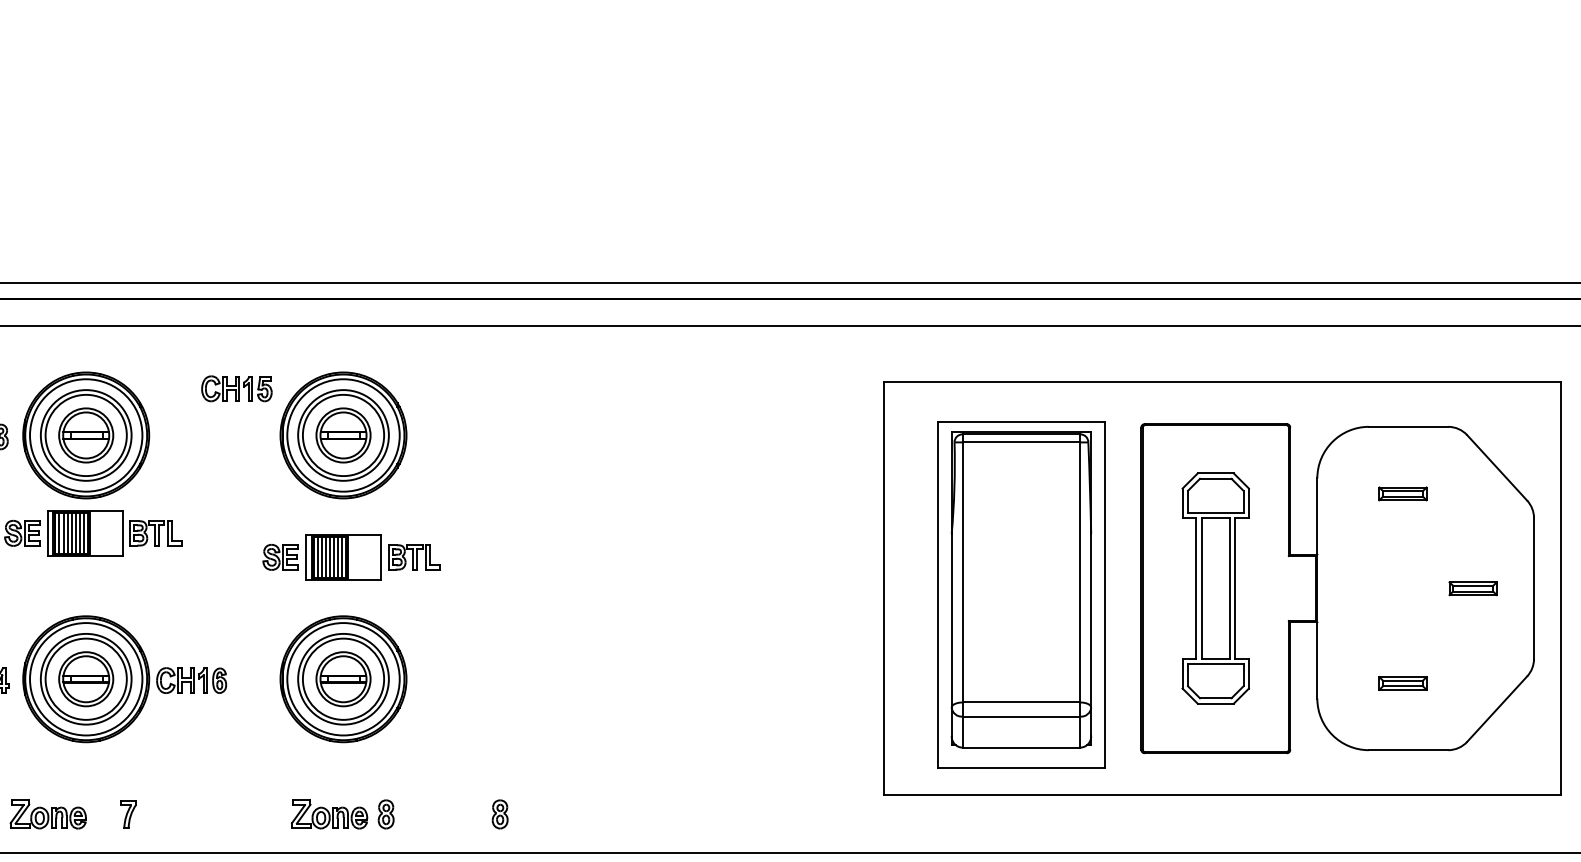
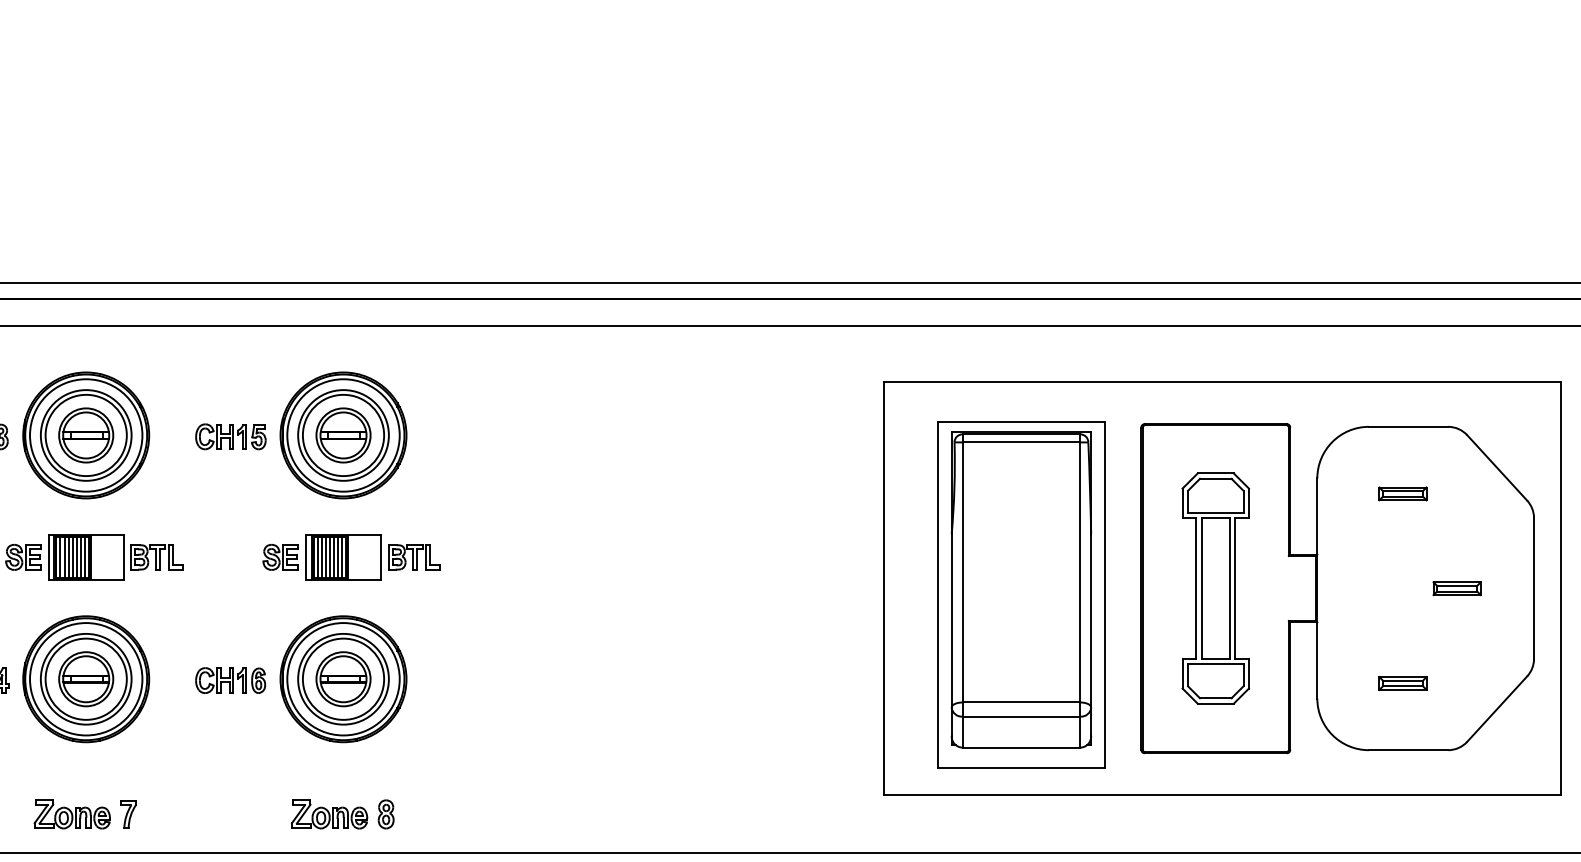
part at (236, 388) position: (236, 388) -> (230, 436)
part at (93, 533) position: (93, 533) -> (94, 557)
part at (1472, 588) position: (1472, 588) -> (1456, 588)
part at (191, 680) position: (191, 680) -> (230, 680)
part at (47, 814) position: (47, 814) -> (71, 814)
part at (499, 814): present -> none
